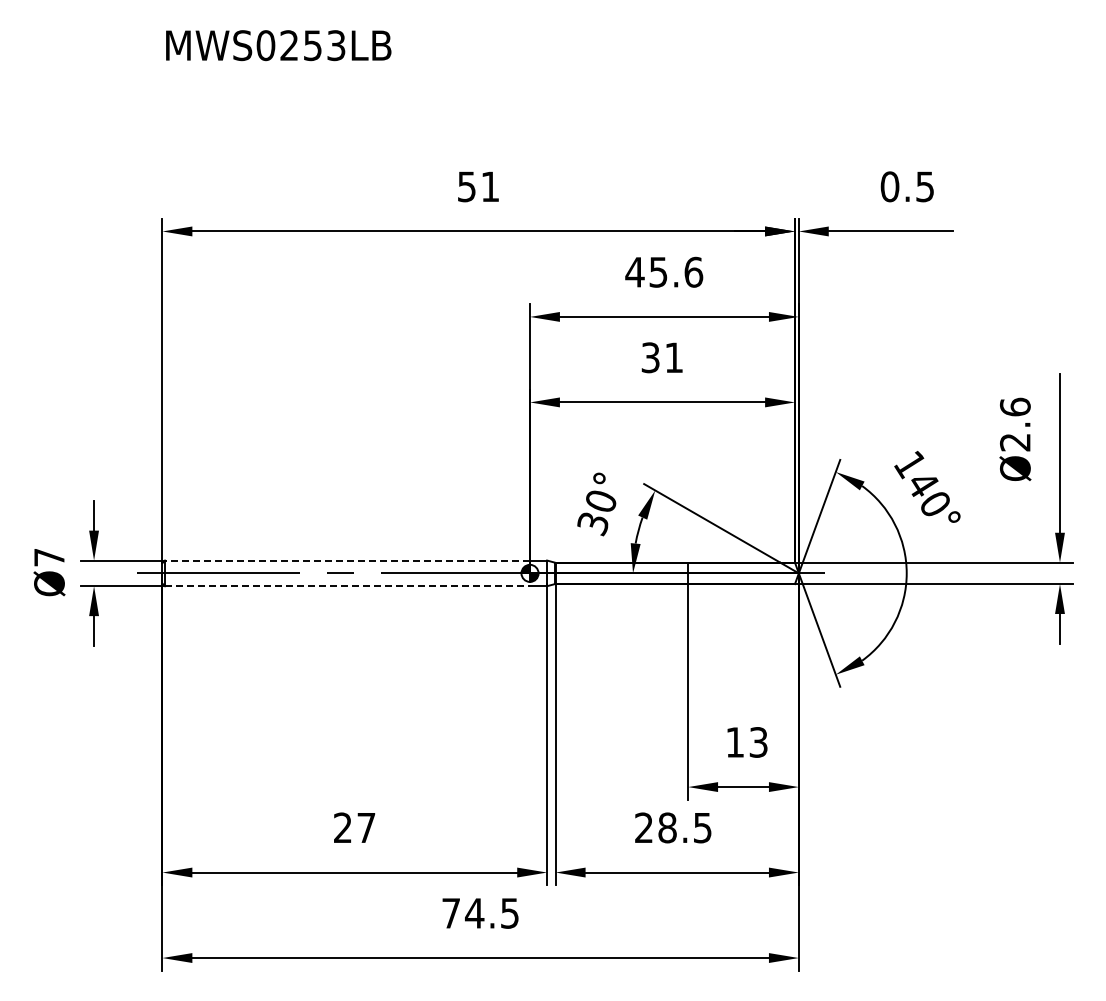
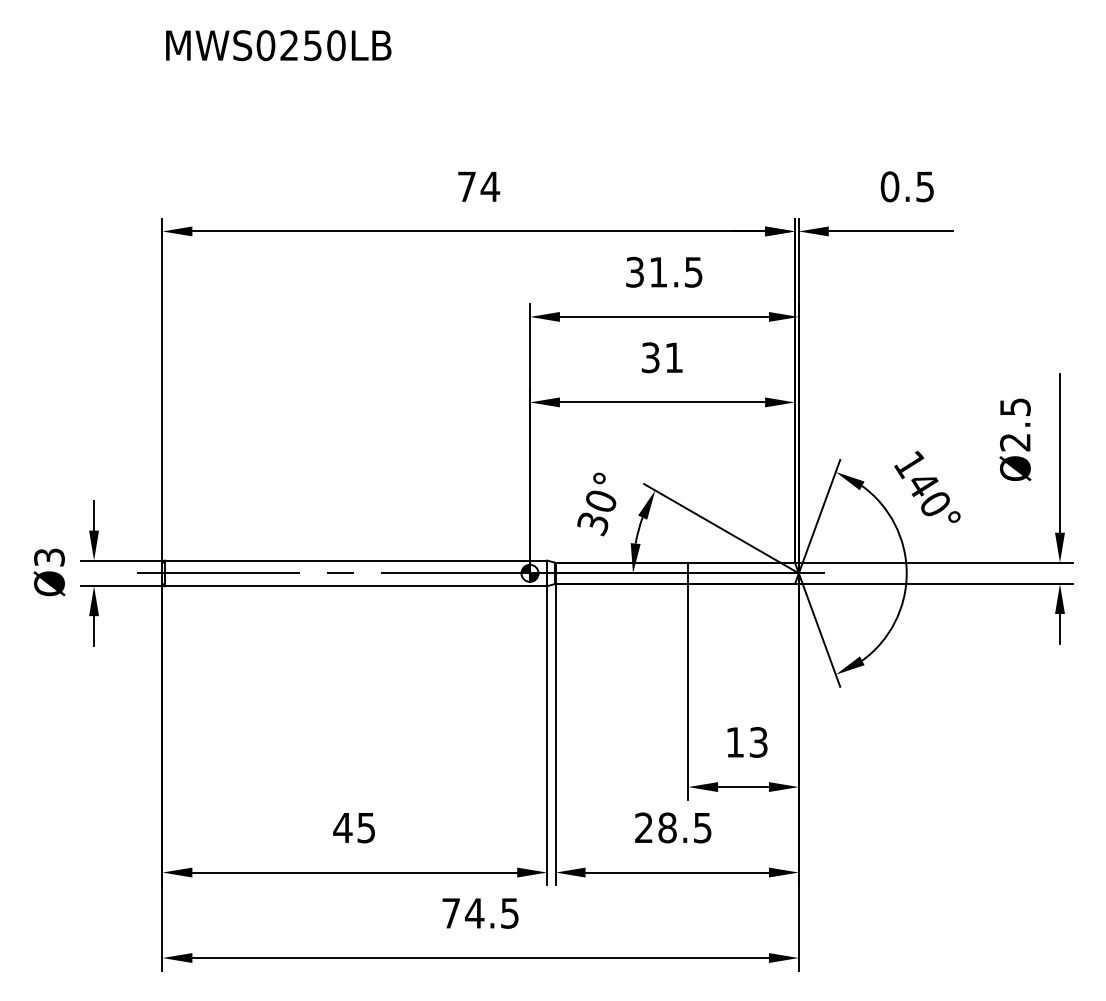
text at (336, 45): MWS0253LB -> MWS0250LB
text at (479, 186): 51 -> 74
text at (664, 271): 45.6 -> 31.5
text at (1015, 406): Ø2.6 -> Ø2.5
text at (49, 557): Ø7 -> Ø3
line at (347, 560): dashed -> solid
line at (348, 586): dashed -> solid
text at (354, 827): 27 -> 45
